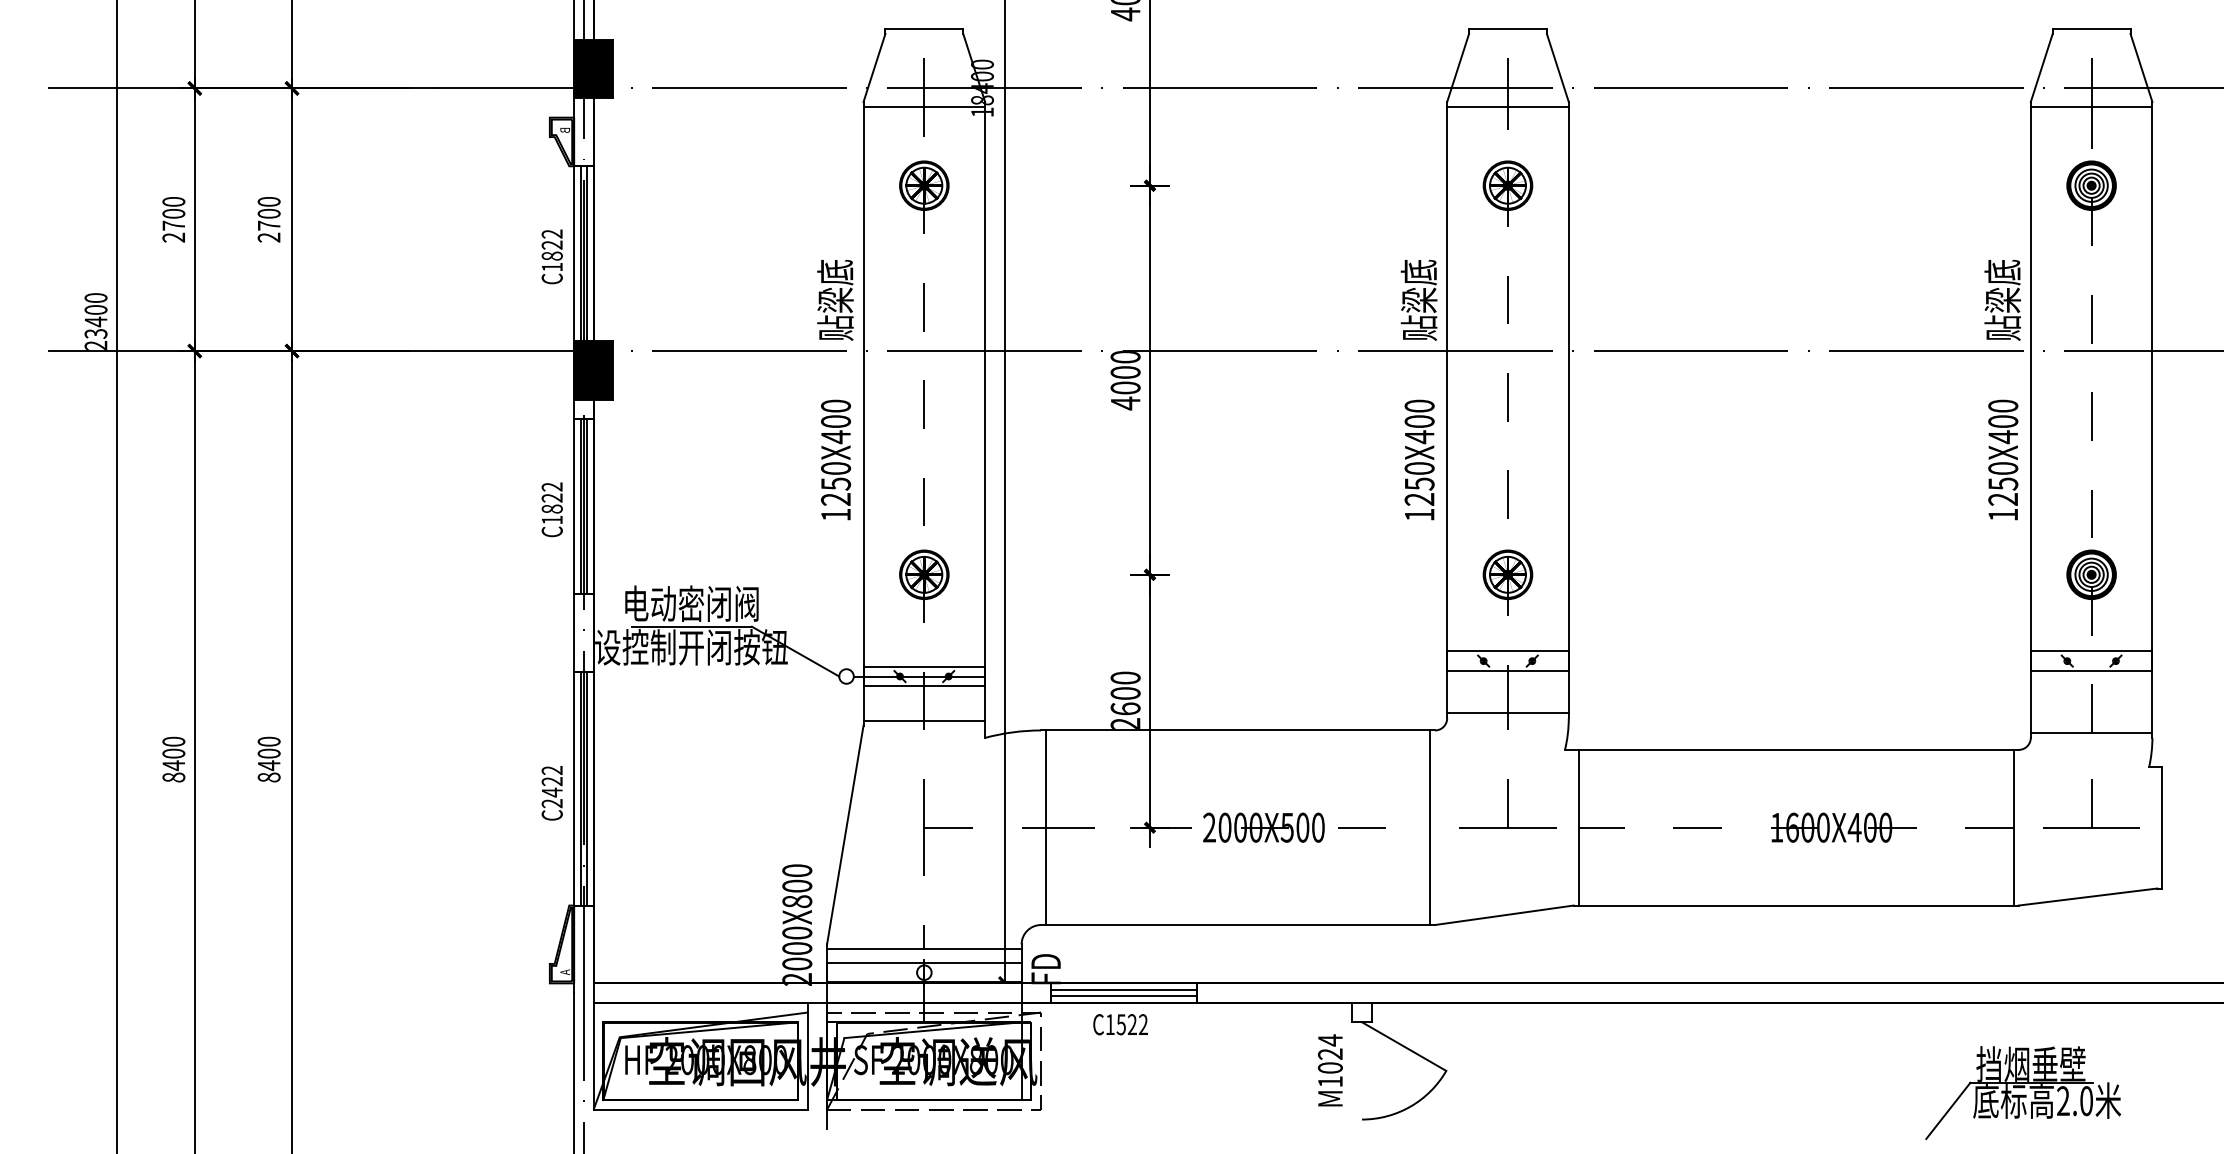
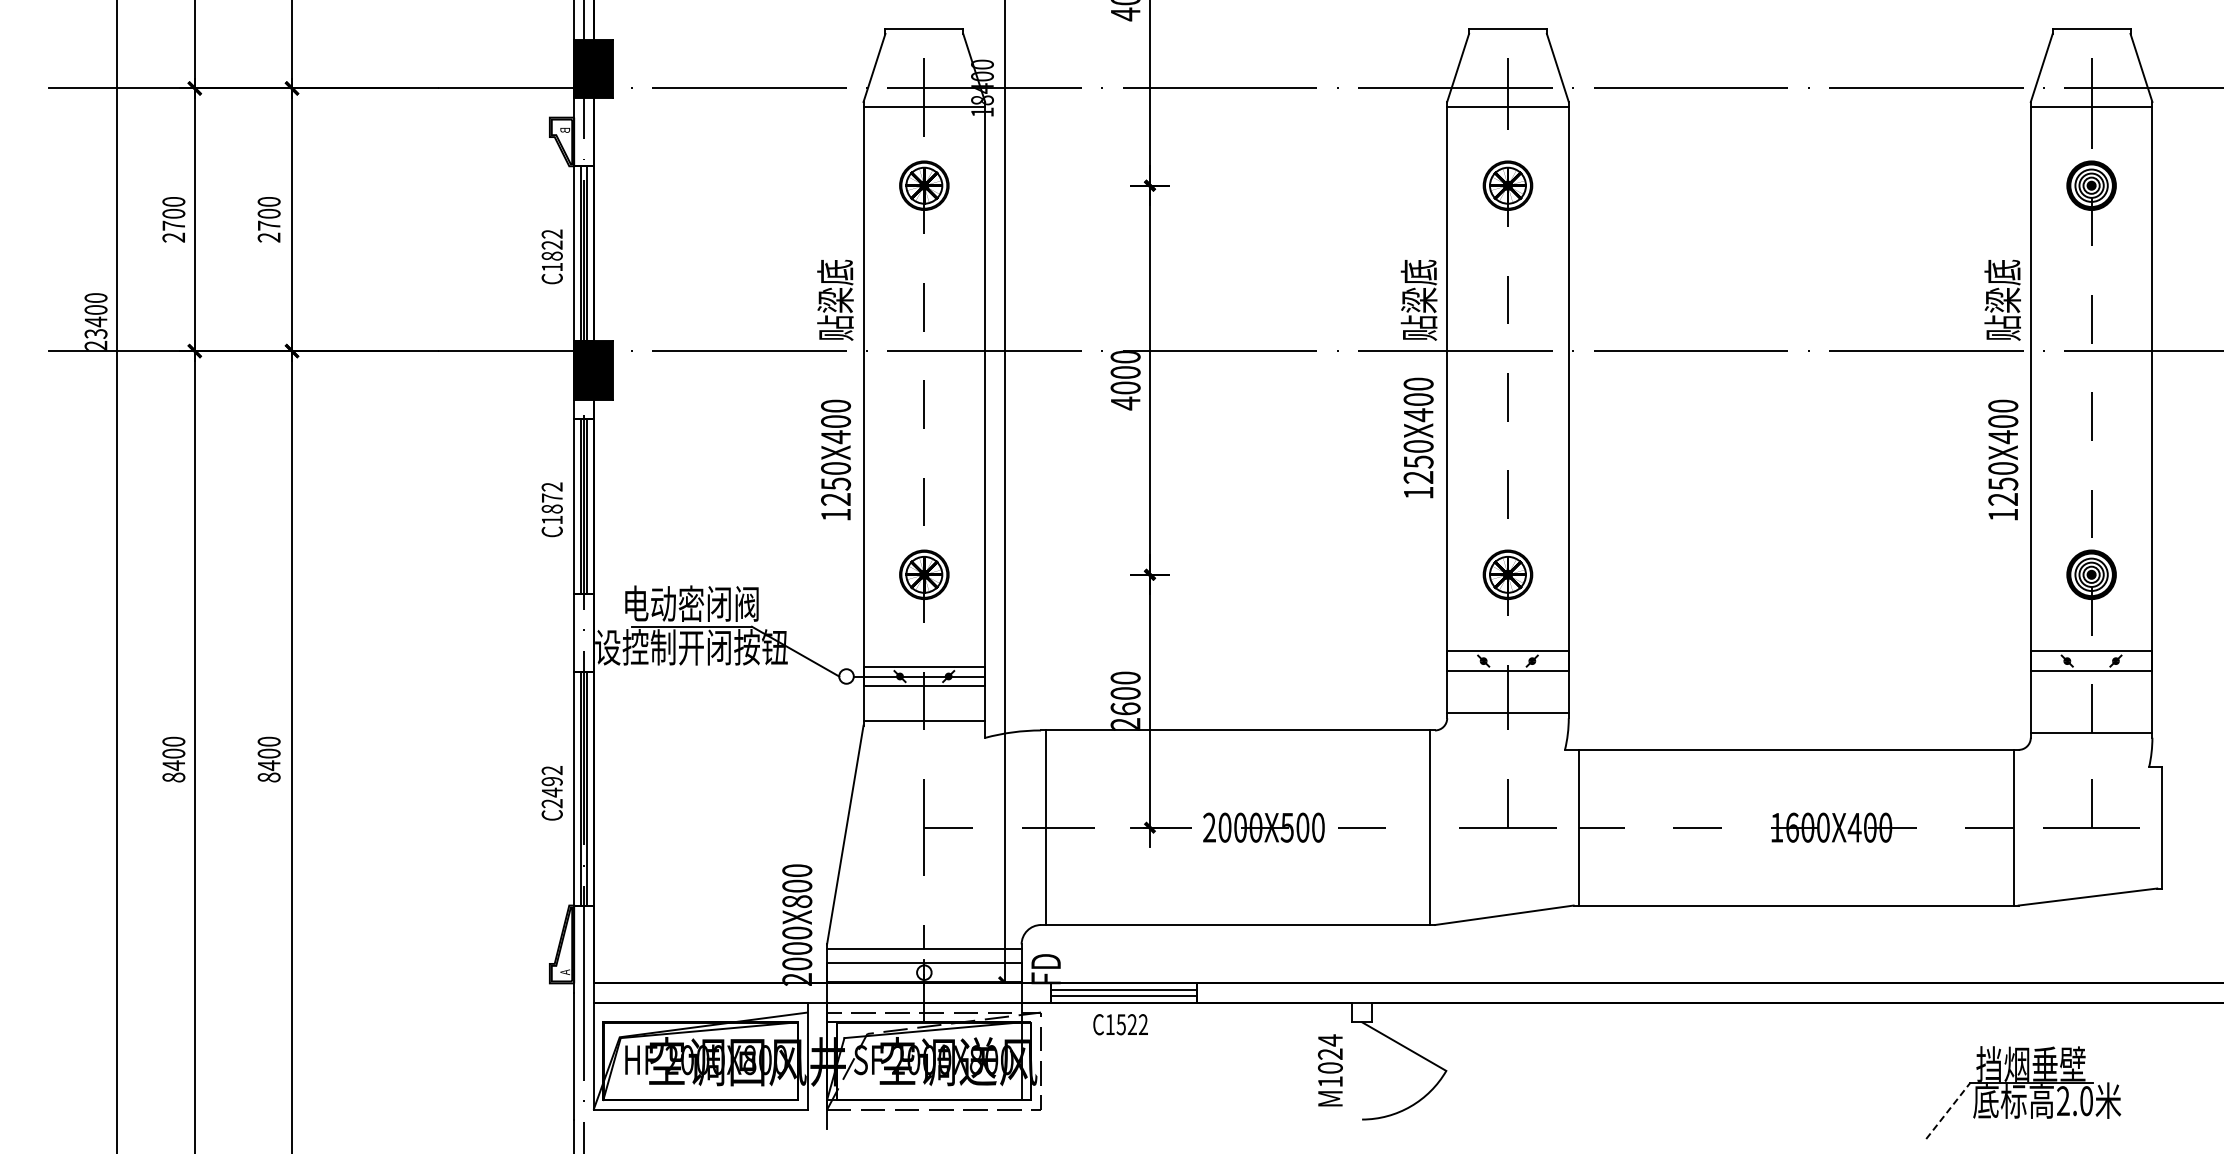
text at (1419, 459) position: (1419, 459) -> (1418, 437)
text at (551, 497): C1822 -> C1872
text at (552, 781): C2422 -> C2492
line at (1948, 1110): solid -> dashed
